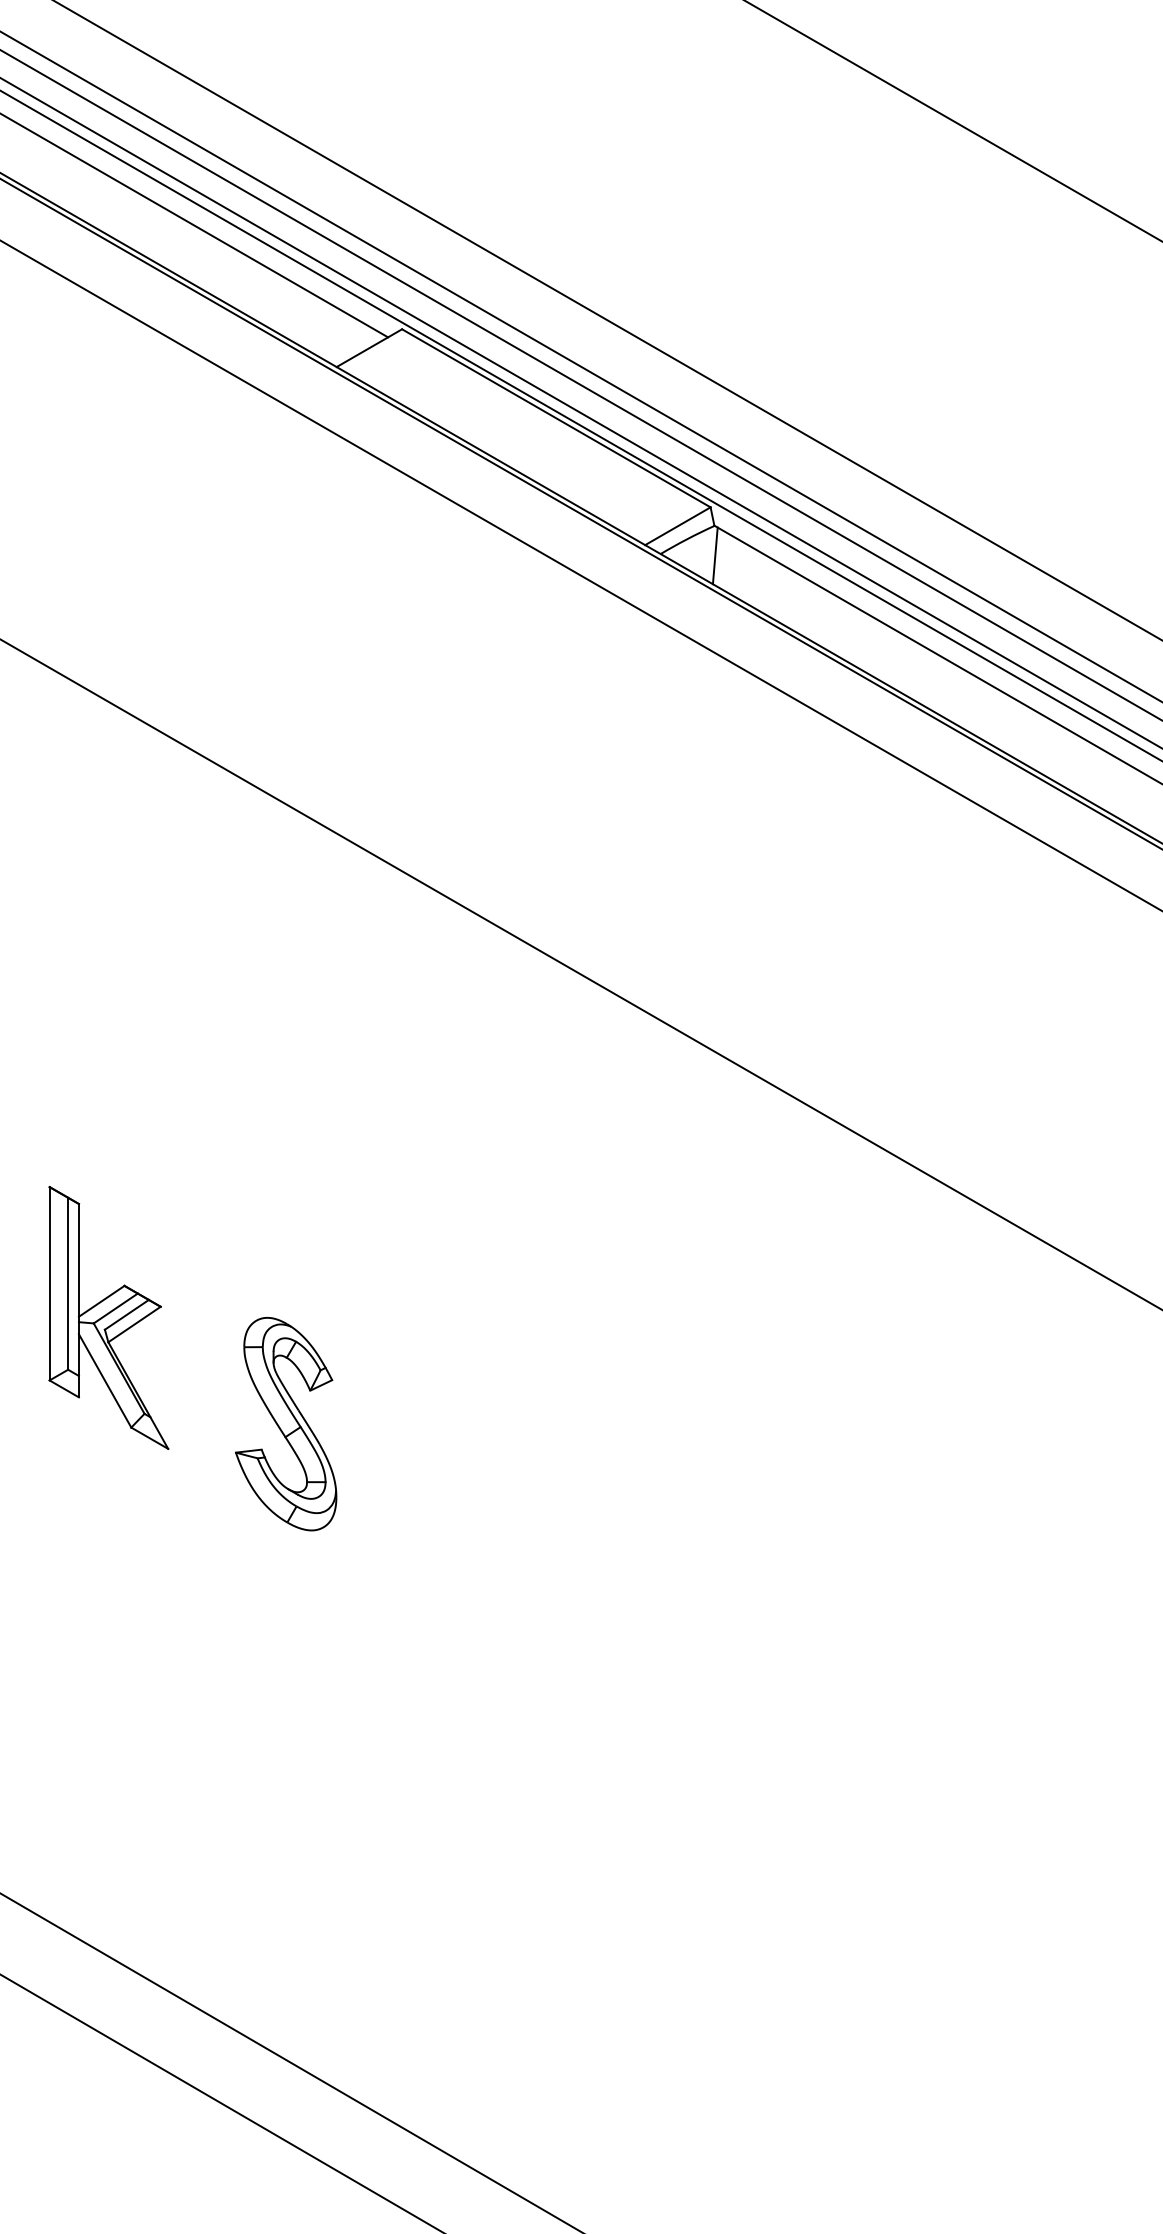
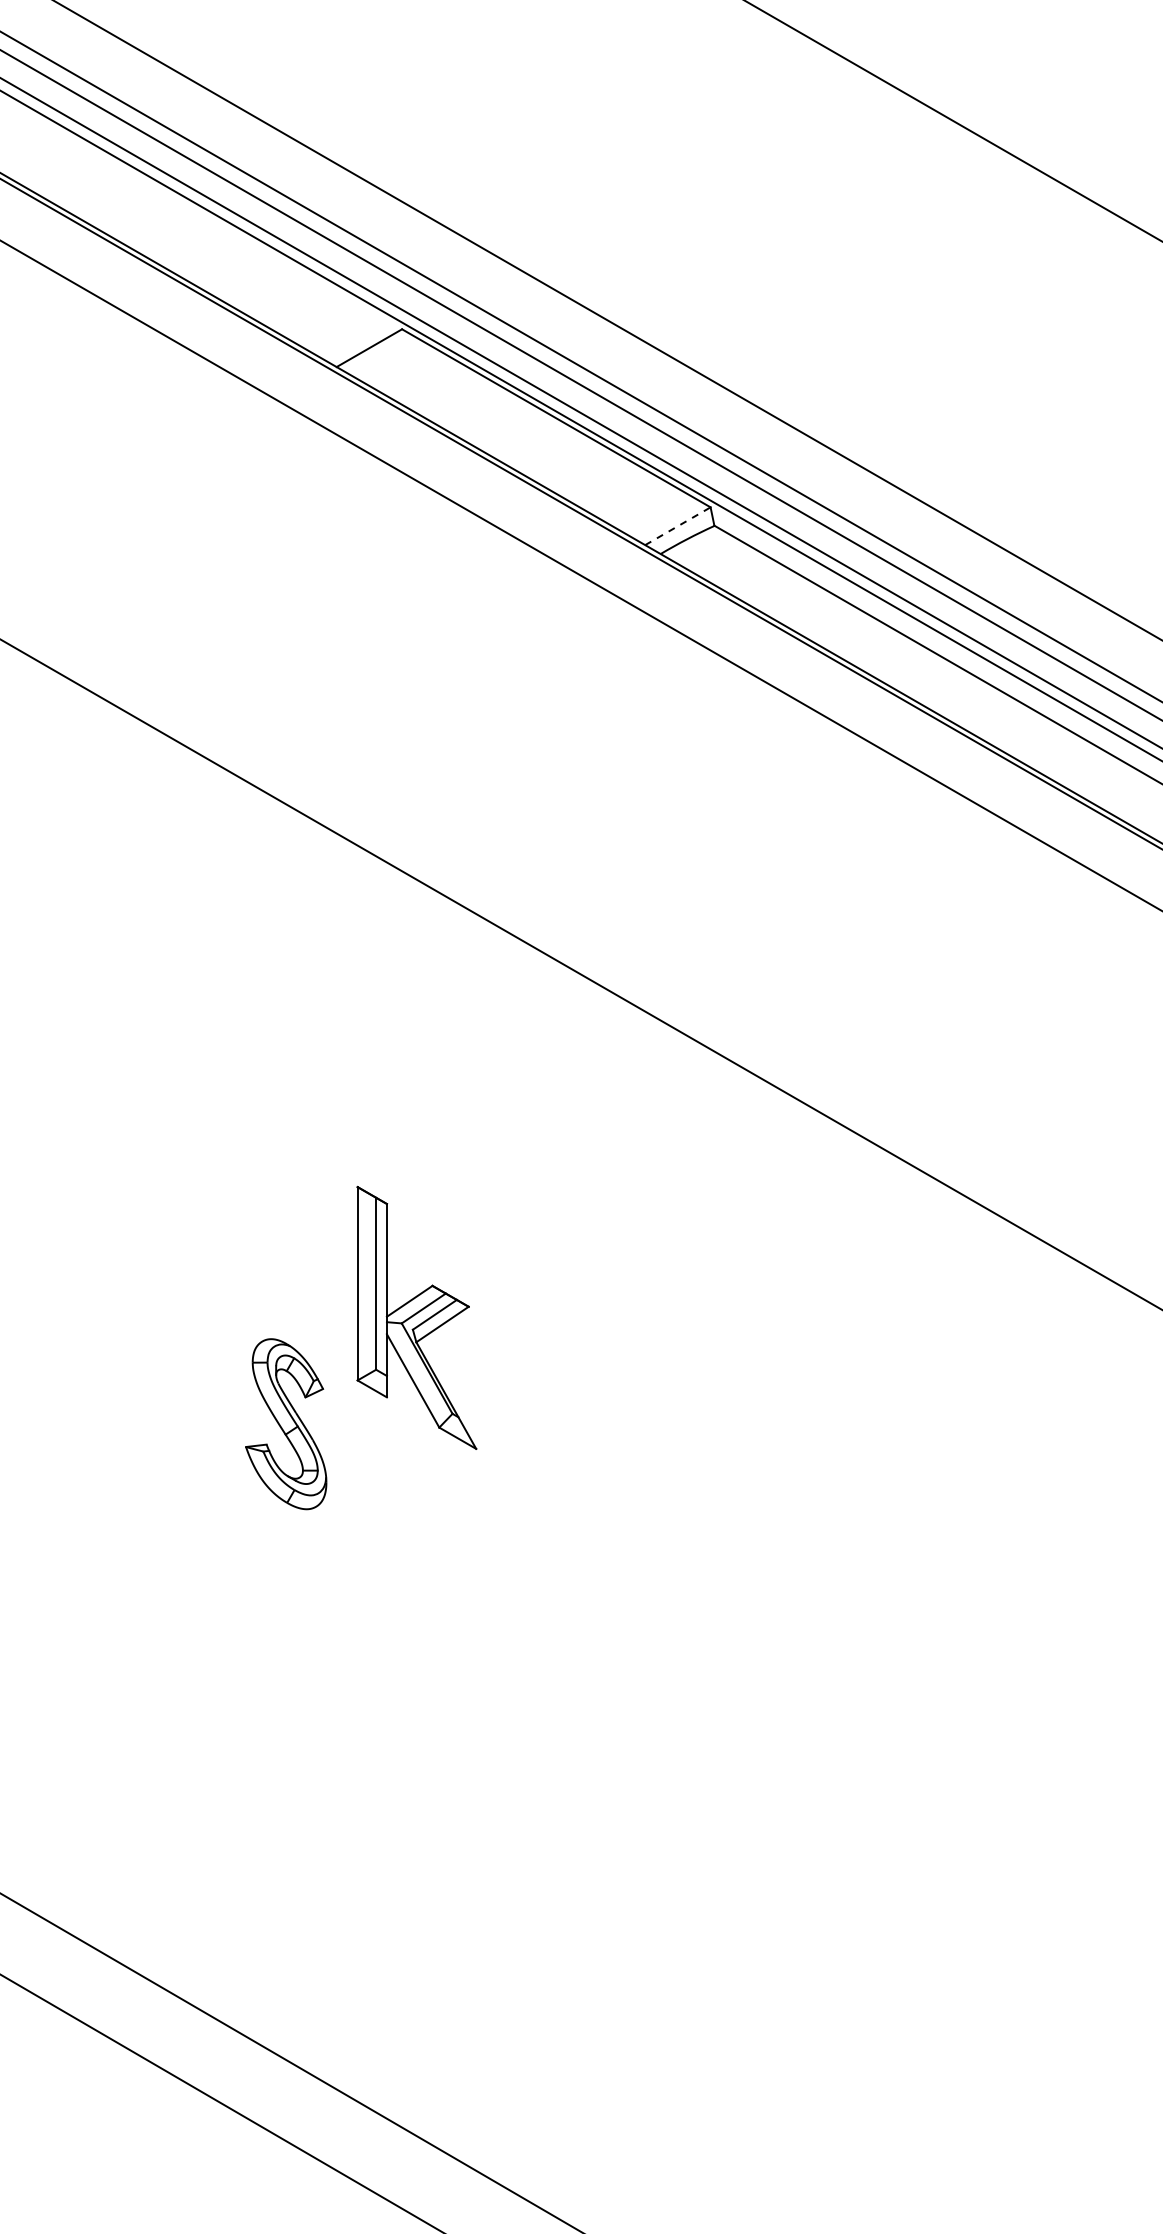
line at (195, 225): present -> none
line at (677, 526): solid -> dashed
line at (714, 555): present -> none
part at (108, 1317) position: (108, 1317) -> (416, 1317)
part at (286, 1424) size: 103x215 px -> 83x173 px
